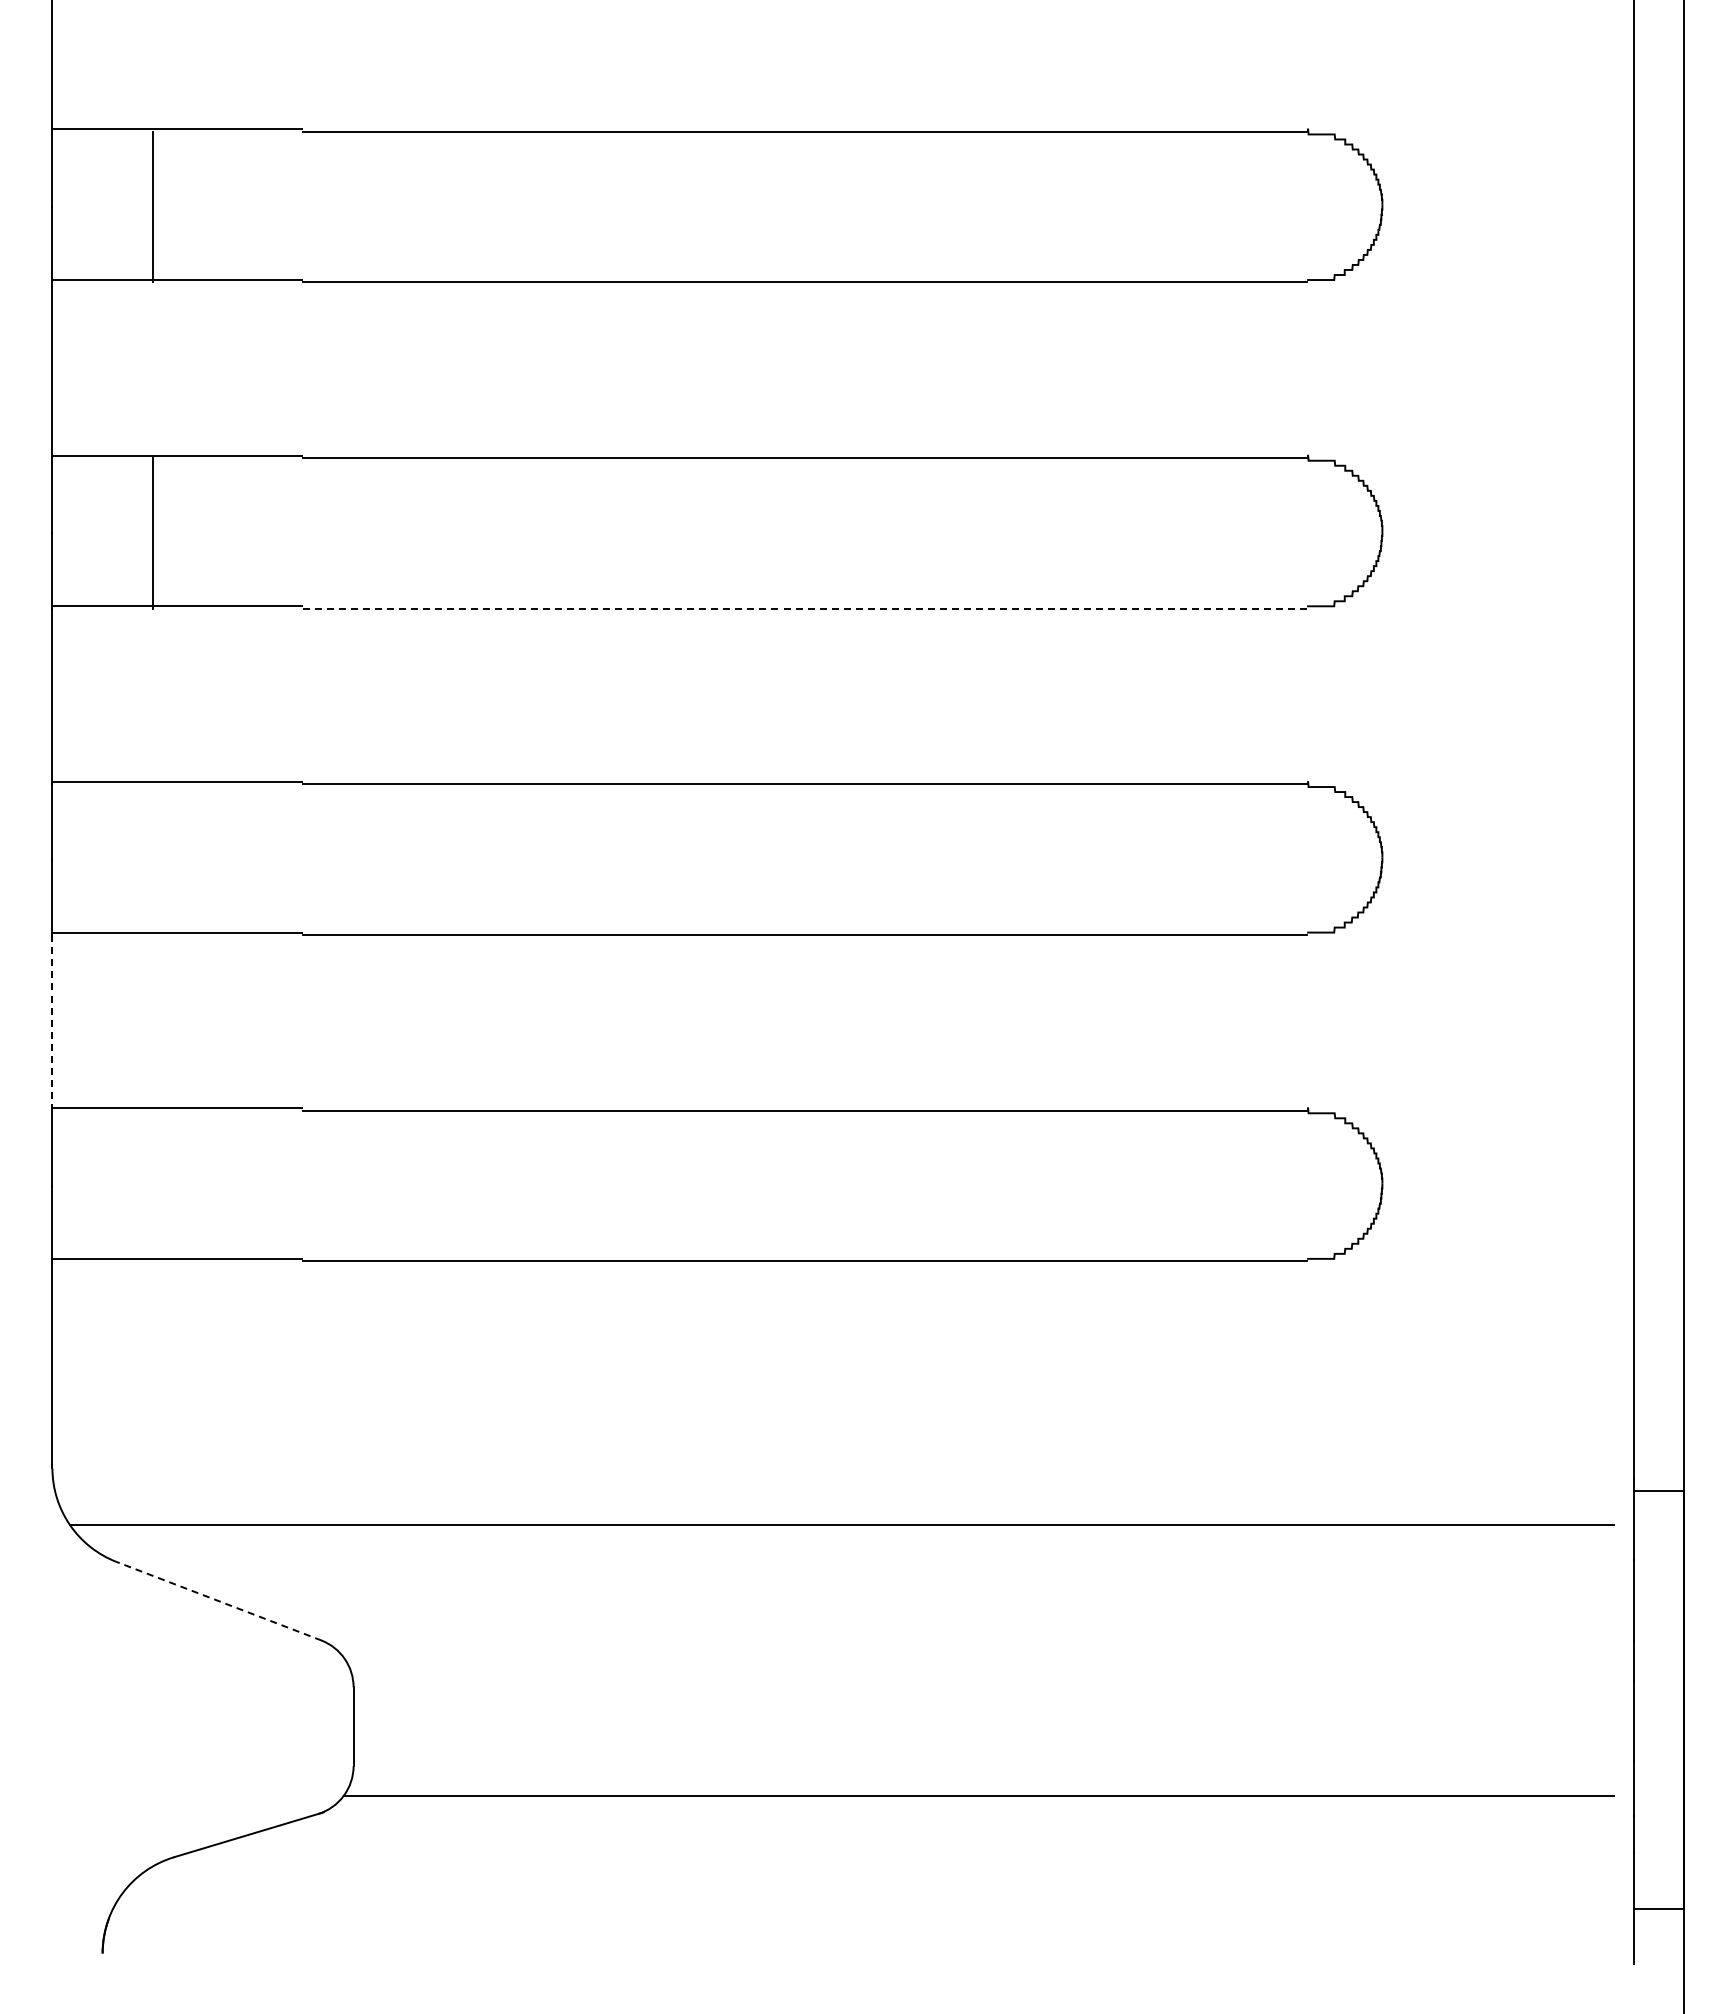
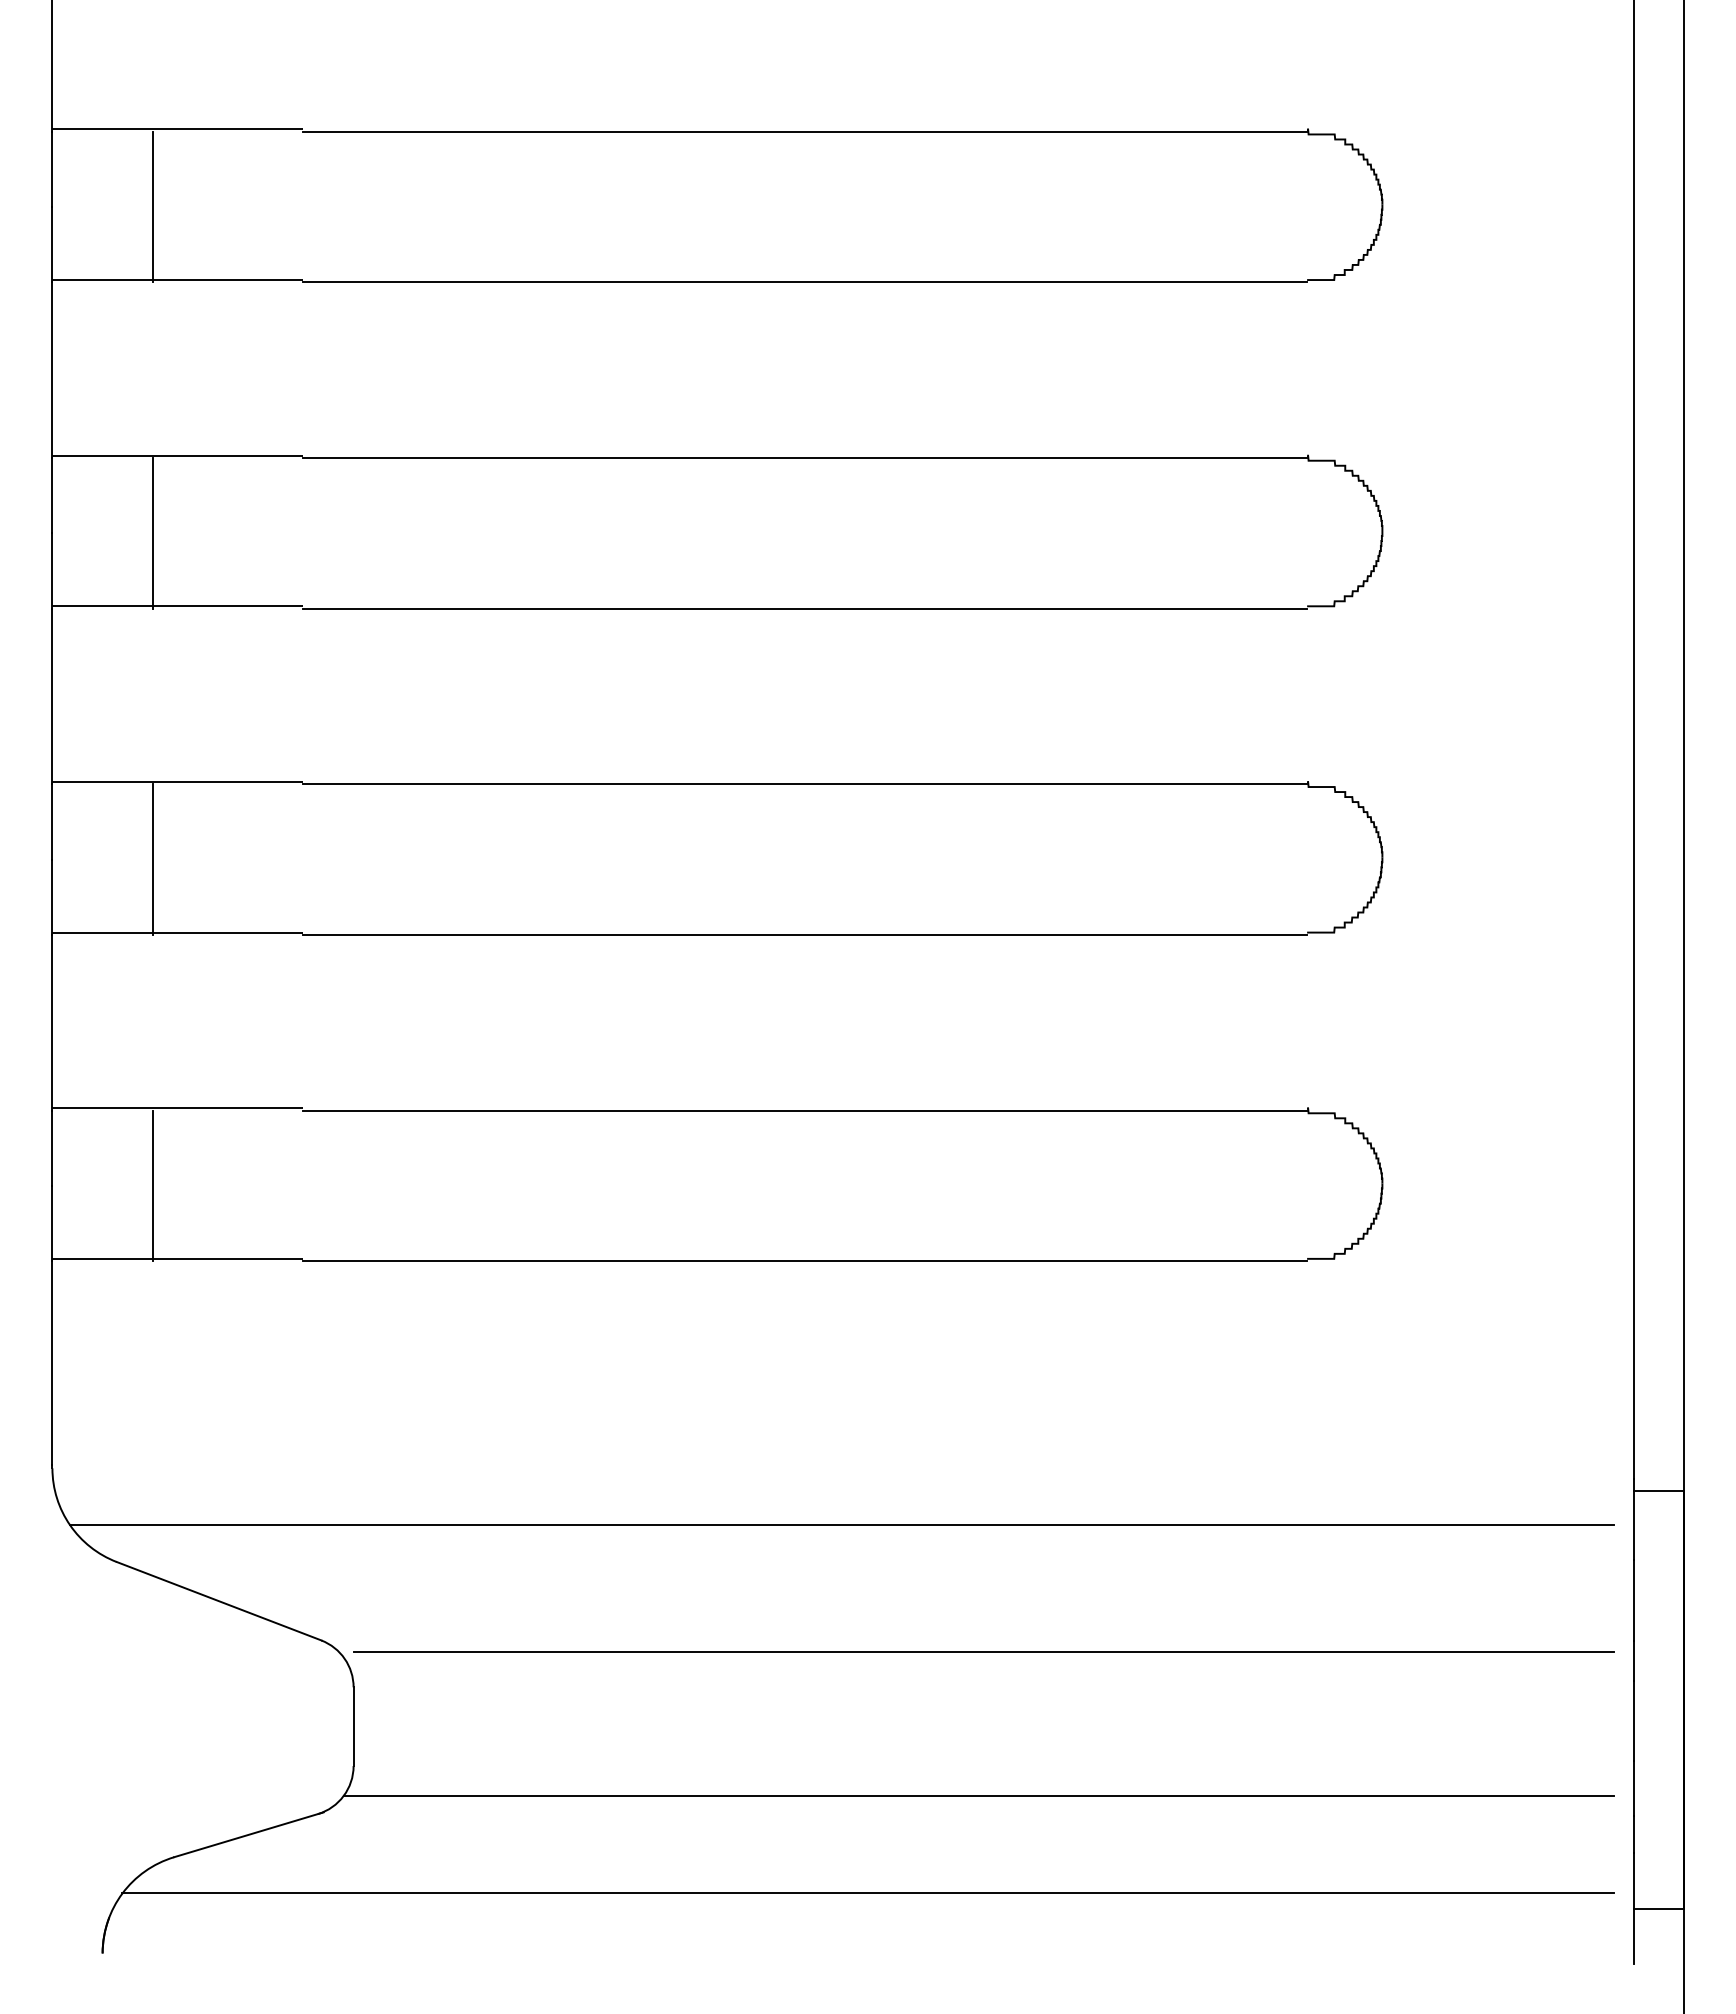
line at (805, 608): dashed -> solid
line at (152, 859): none -> present
line at (52, 1022): dashed -> solid
line at (152, 1185): none -> present
line at (219, 1601): dashed -> solid
line at (983, 1652): none -> present
line at (868, 1893): none -> present
